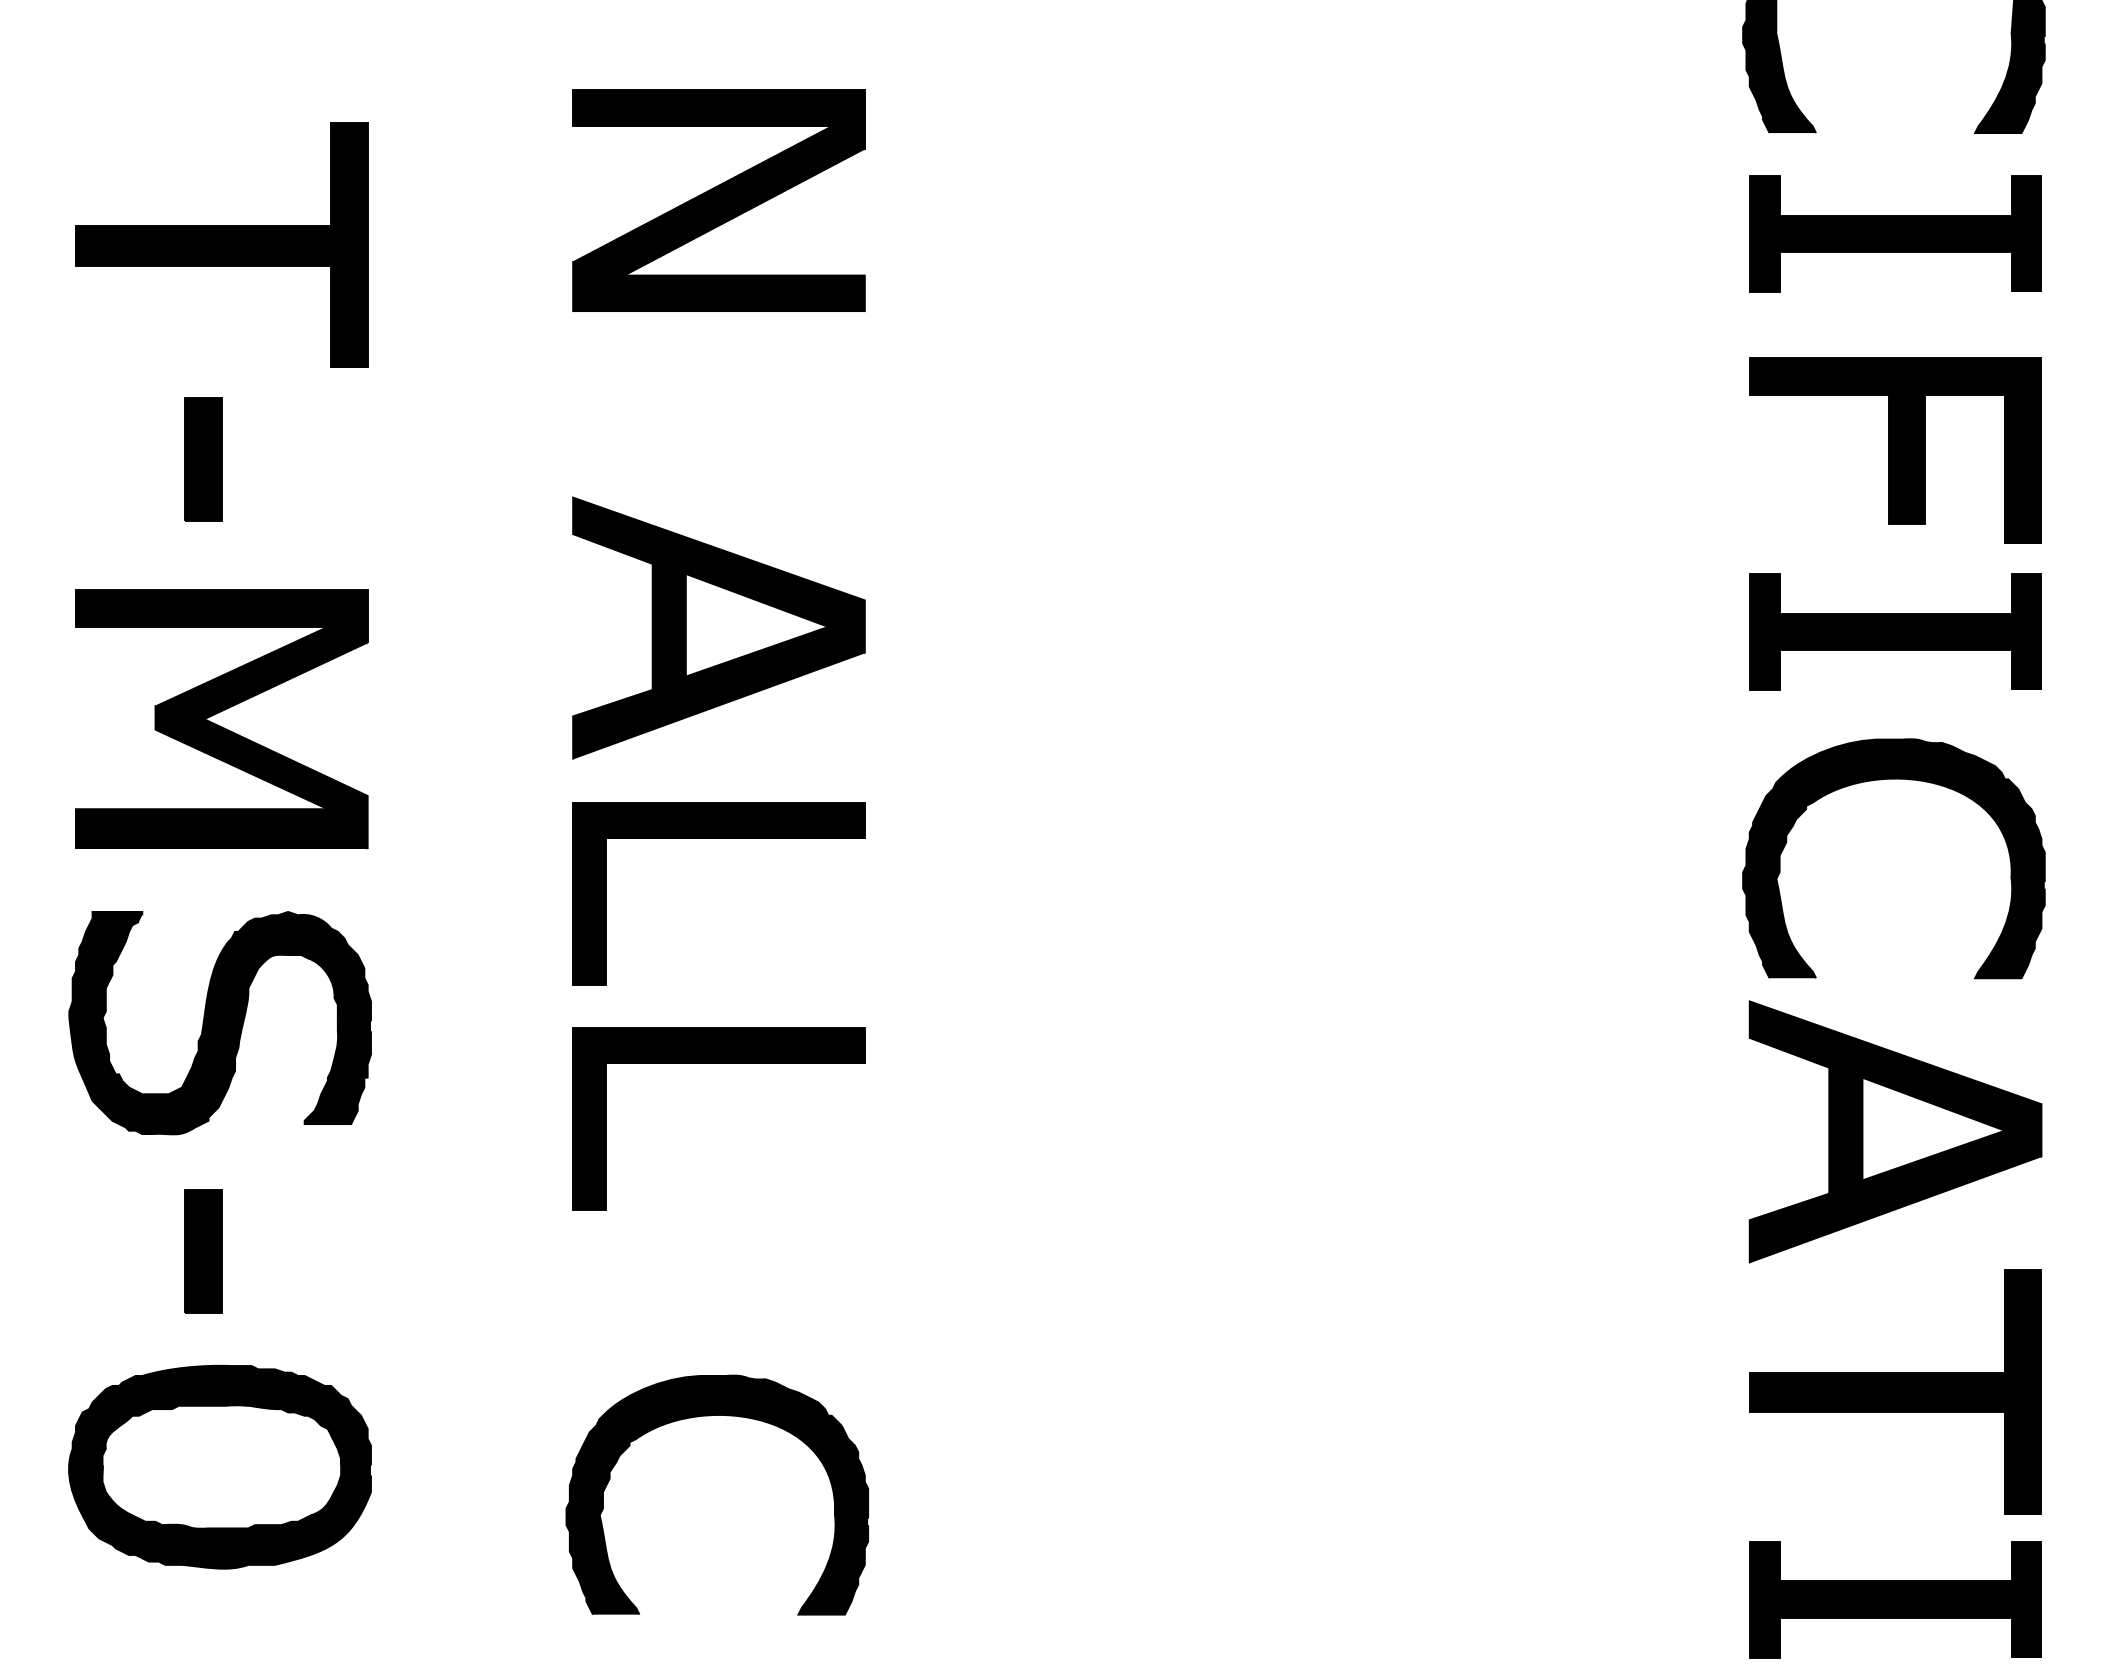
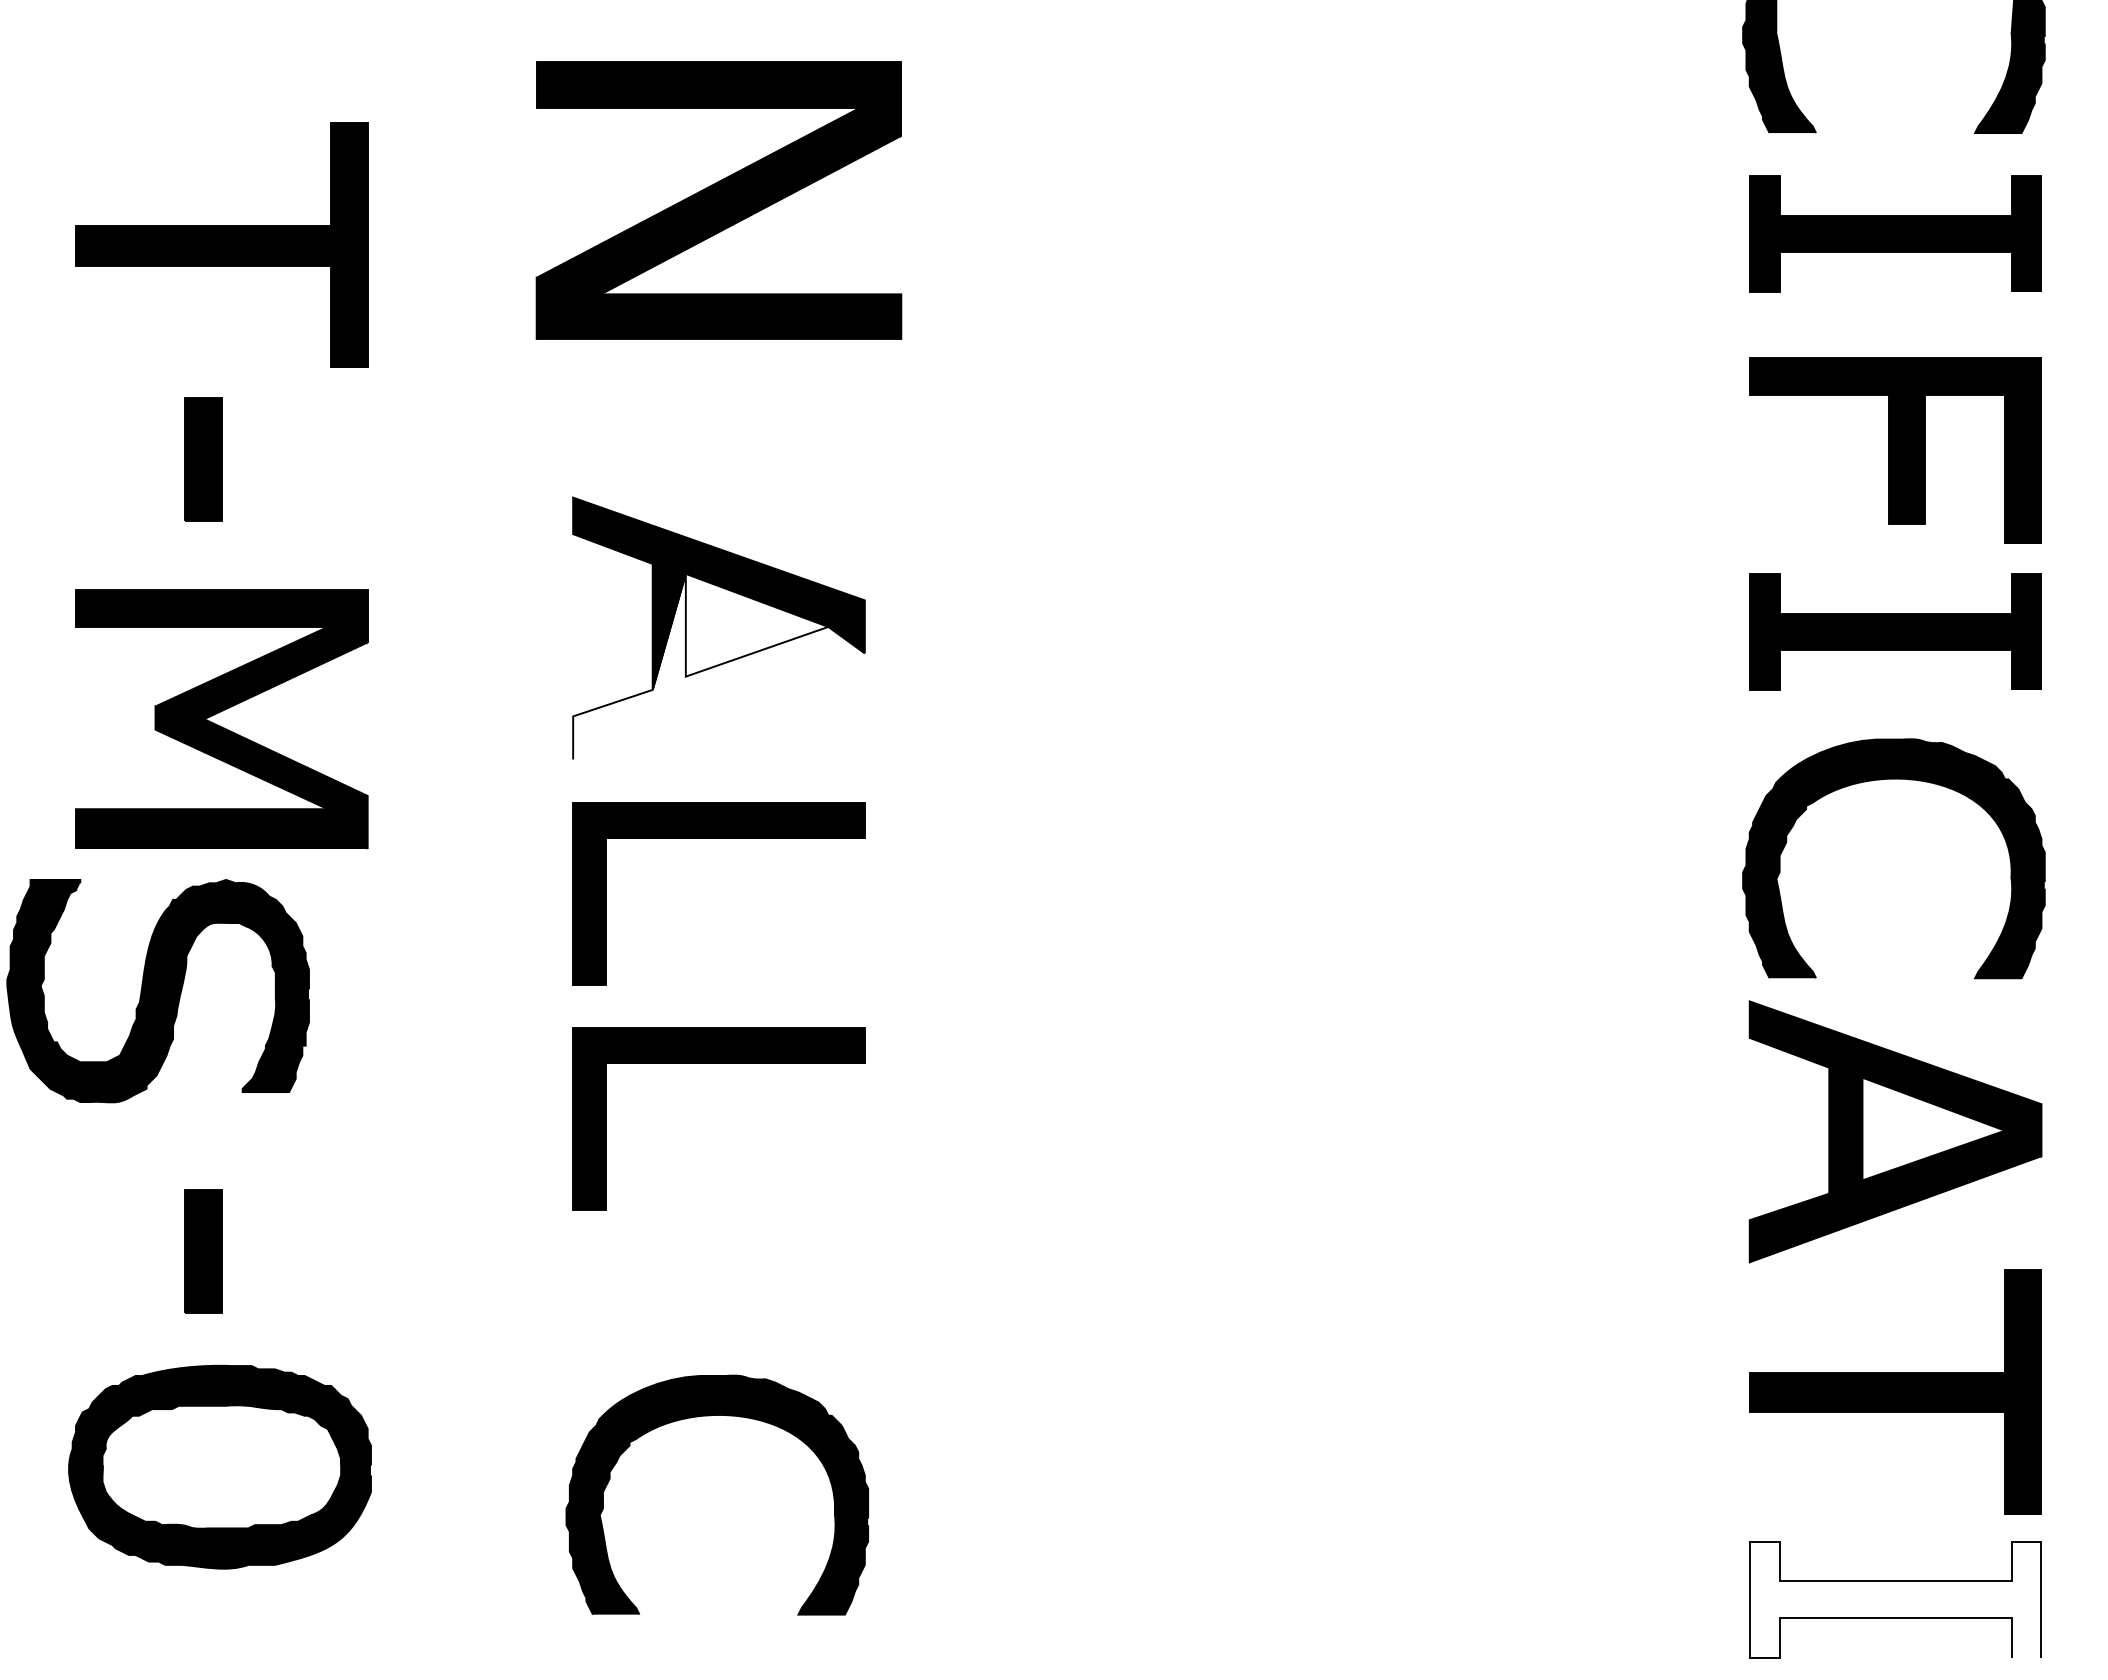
part at (718, 200) size: 294x223 px -> 368x279 px
fill at (718, 666): present -> none
part at (219, 1023) position: (219, 1023) -> (157, 991)
fill at (1895, 1599): present -> none
